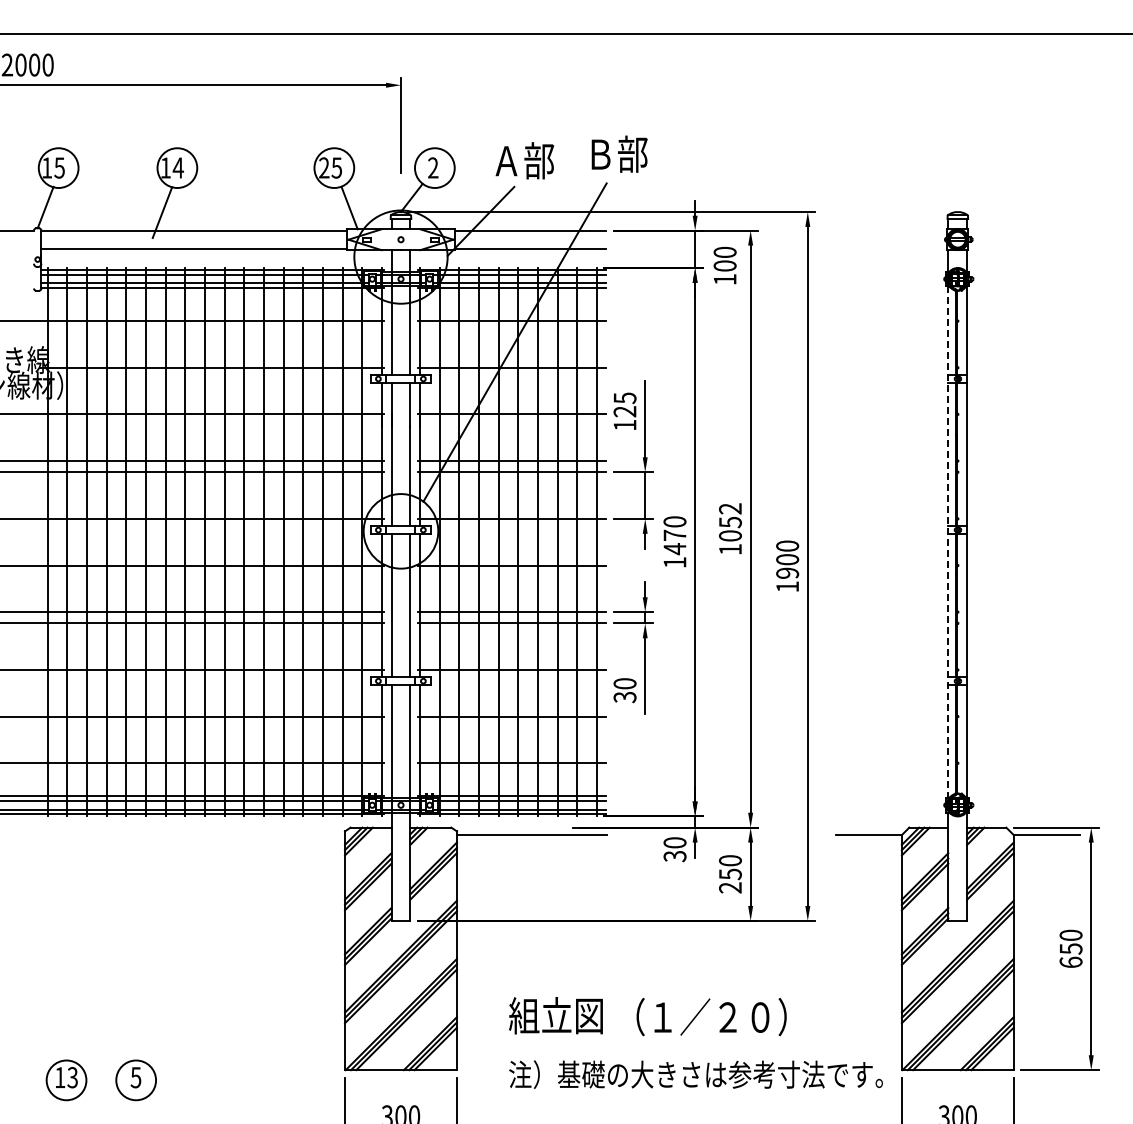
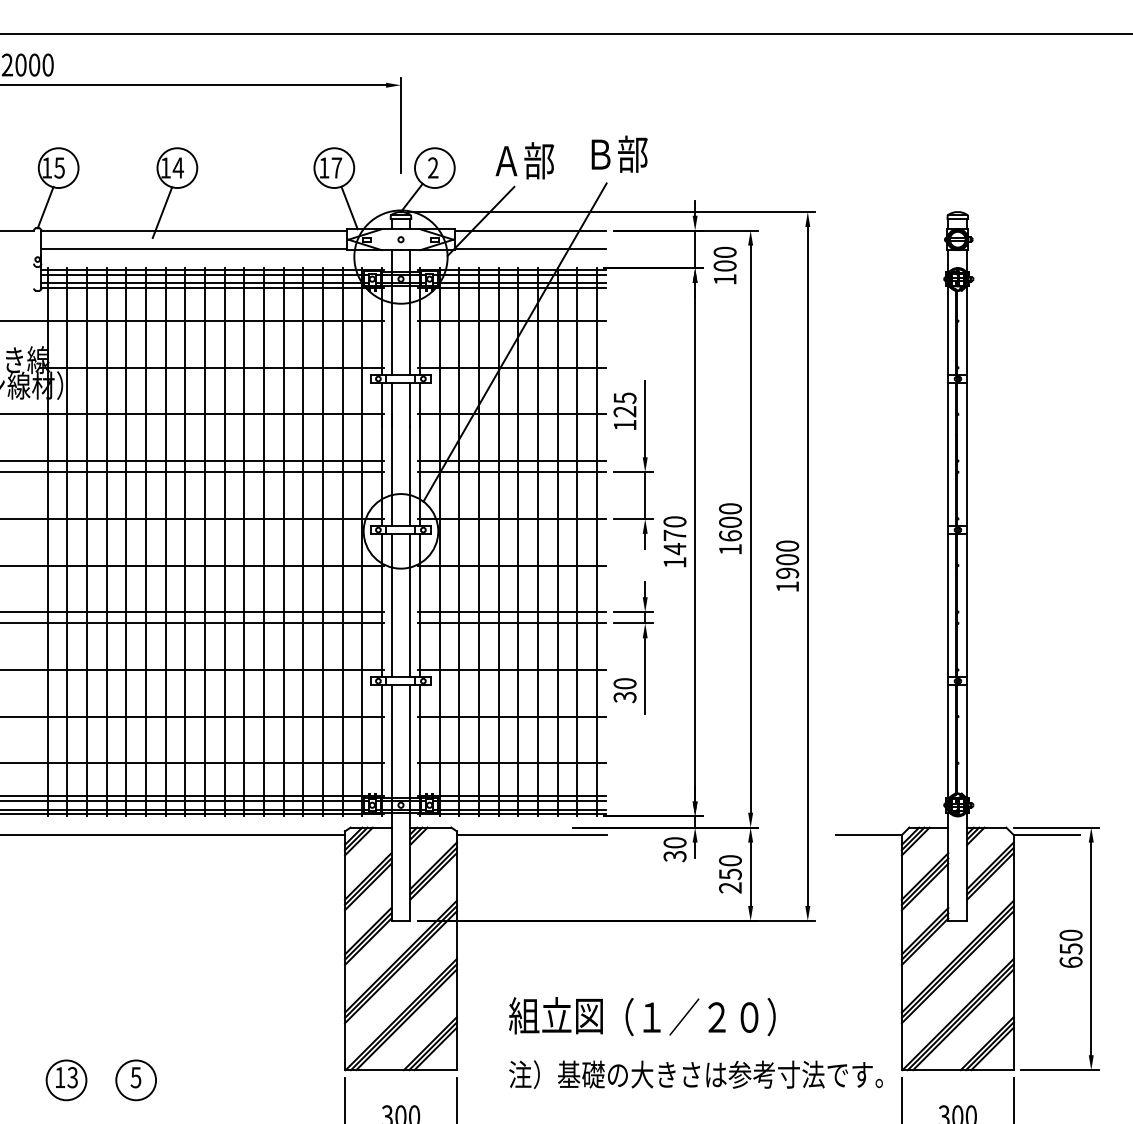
text at (330, 167): 25 -> 17
text at (730, 522): 1052 -> 1600
line at (948, 542): dashed -> solid
line at (173, 835): none -> present
text at (711, 1017) position: (711, 1017) -> (700, 1017)
